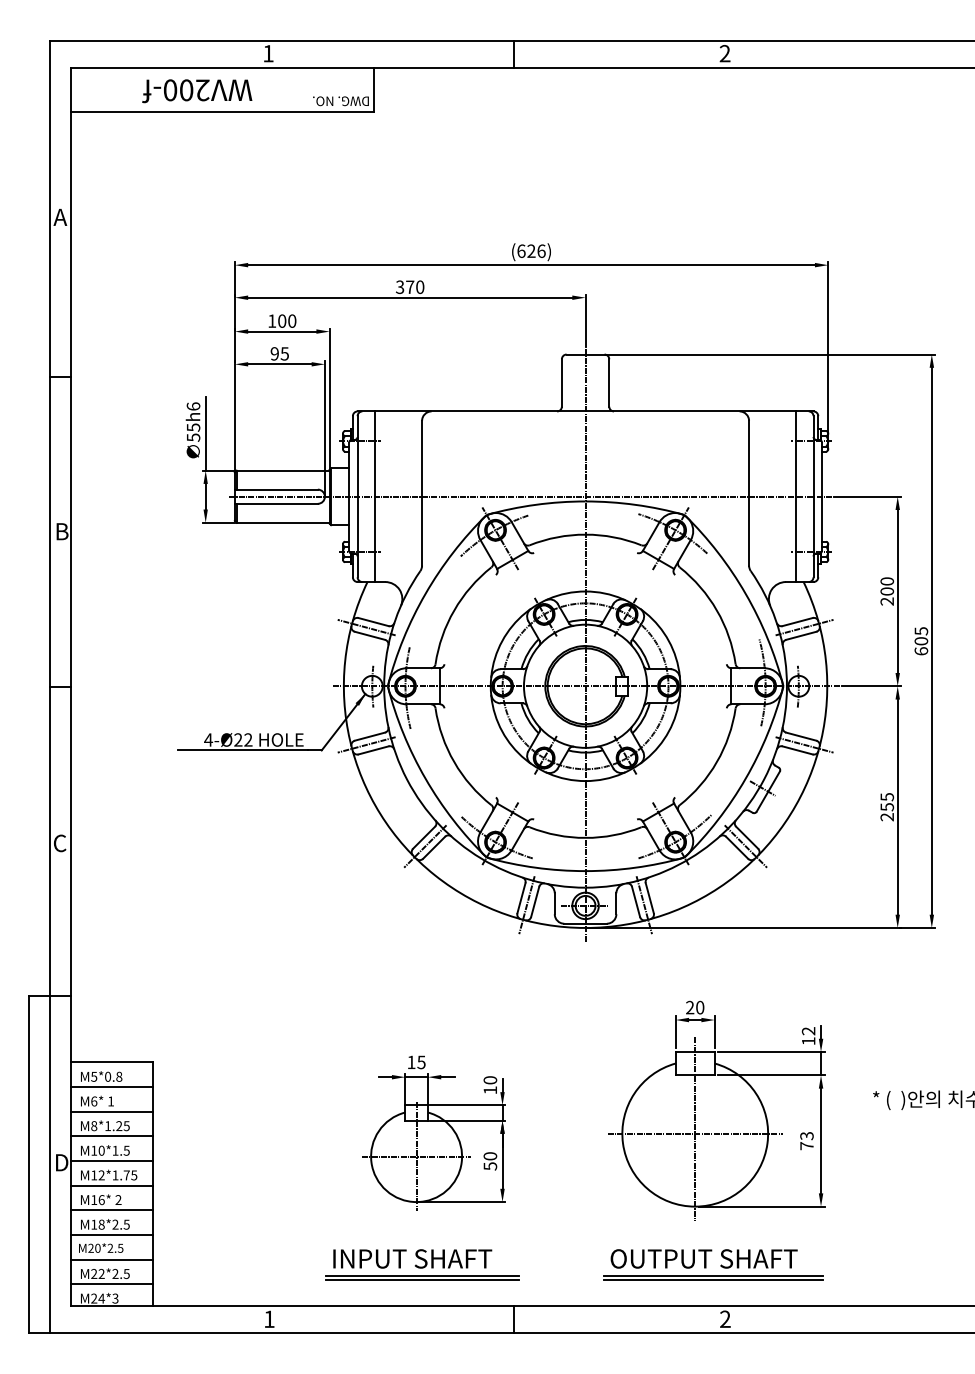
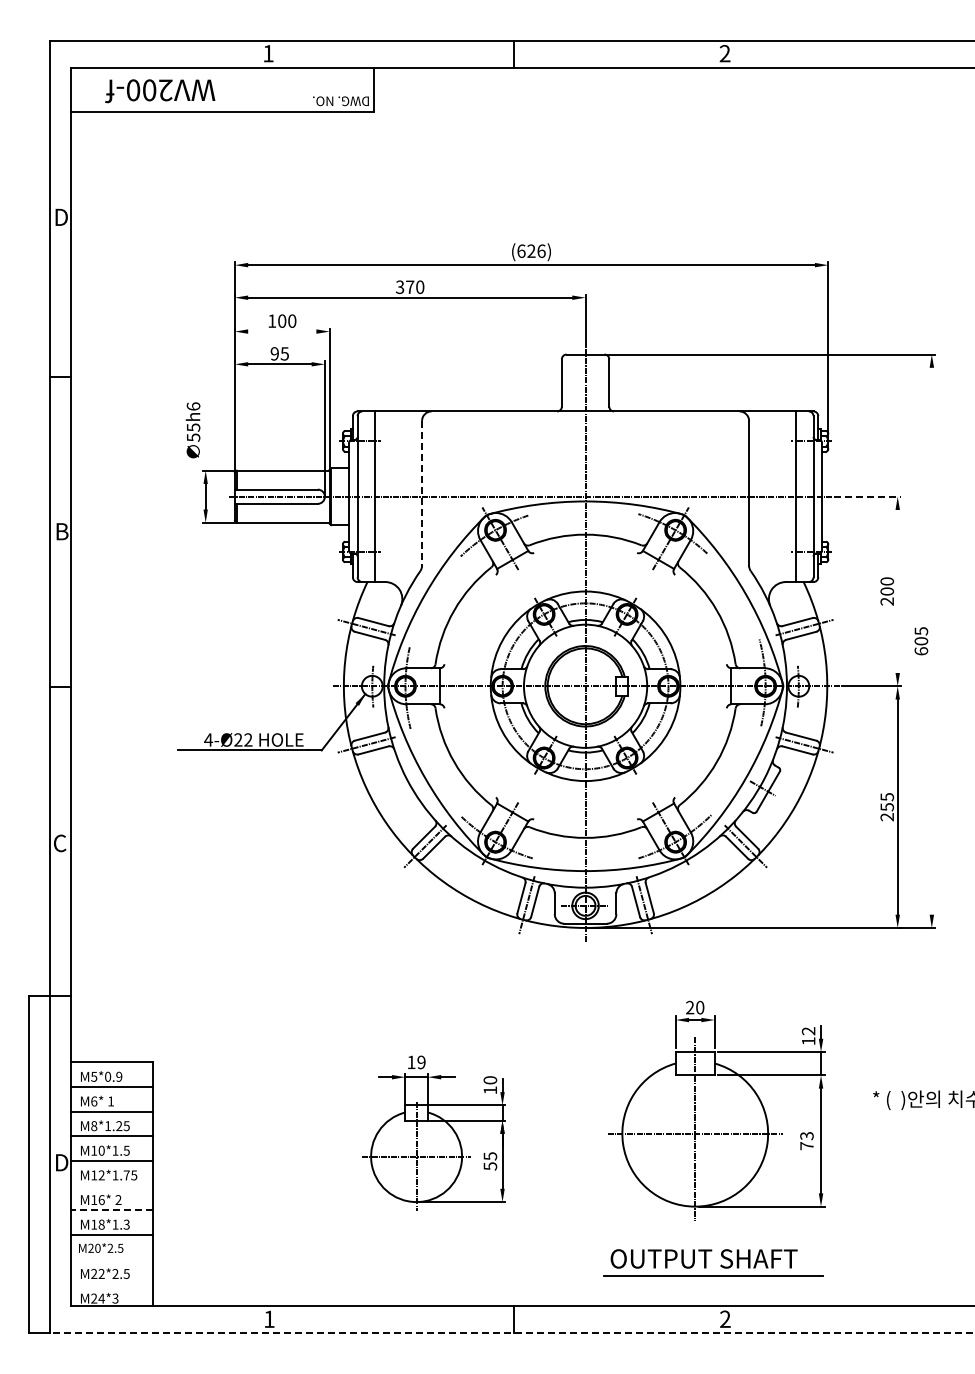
text at (197, 91) position: (197, 91) -> (160, 91)
text at (60, 216): A -> D
line at (282, 331): present -> none
line at (205, 433): present -> none
line at (422, 493): solid -> dashed
line at (867, 496): solid -> dashed
line at (897, 591): present -> none
line at (931, 640): present -> none
text at (421, 1062): 15 -> 19
text at (119, 1076): M5*0.8 -> M5*0.9
text at (490, 1156): 50 -> 55
line at (112, 1185): present -> none
line at (111, 1210): solid -> dashed
text at (120, 1224): M18*2.5 -> M18*1.3
line at (112, 1259): present -> none
part at (422, 1264): present -> none
line at (713, 1279): present -> none
line at (112, 1284): present -> none
line at (512, 1332): solid -> dashed
